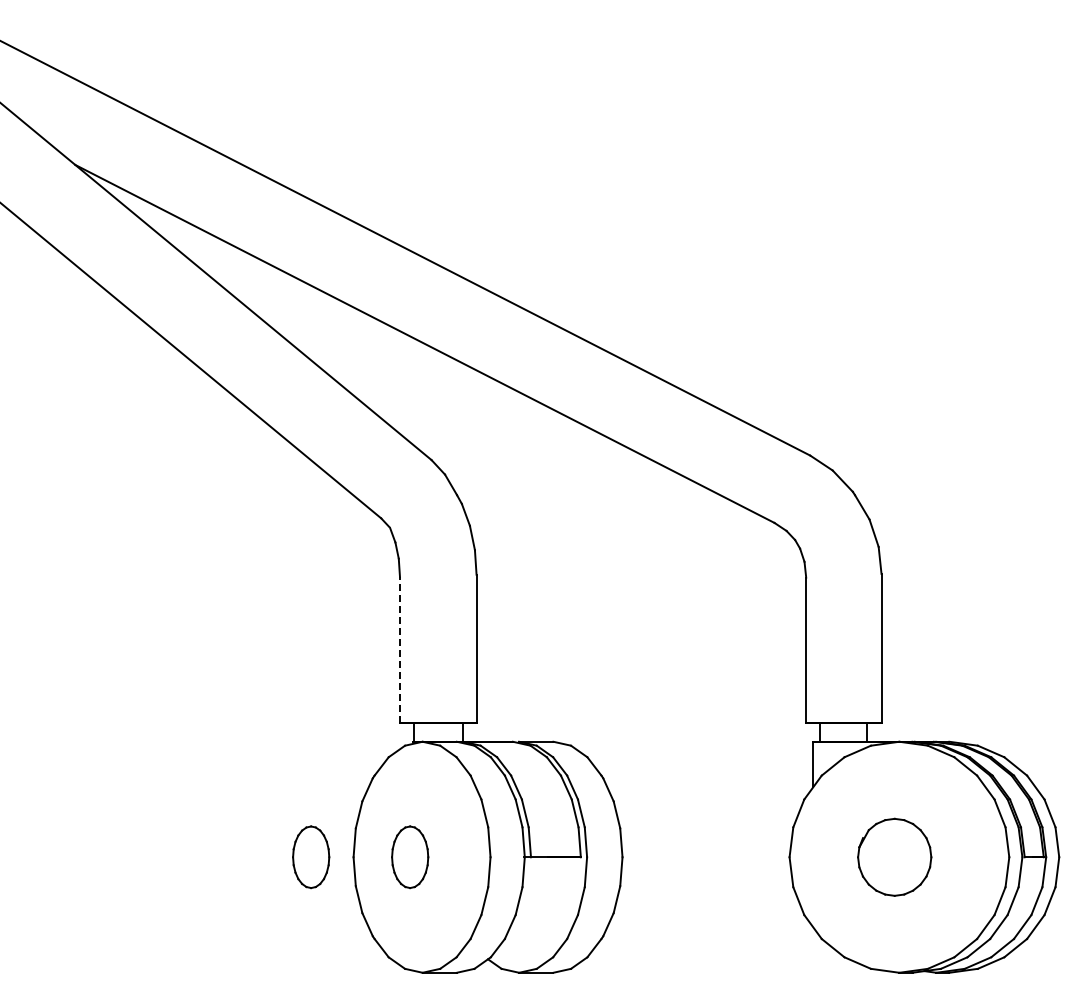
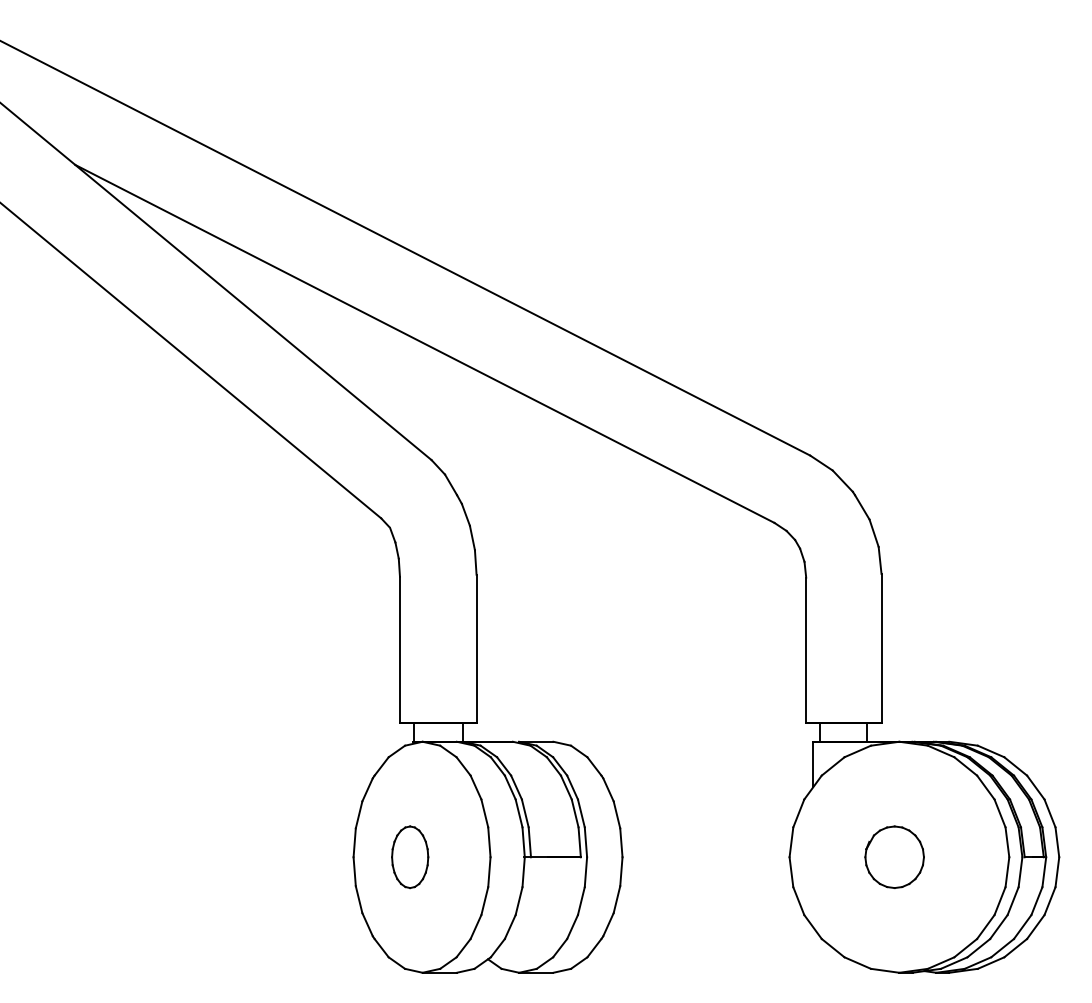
line at (399, 649): dashed -> solid
part at (894, 856) size: 76x80 px -> 61x64 px
part at (311, 857): present -> none
